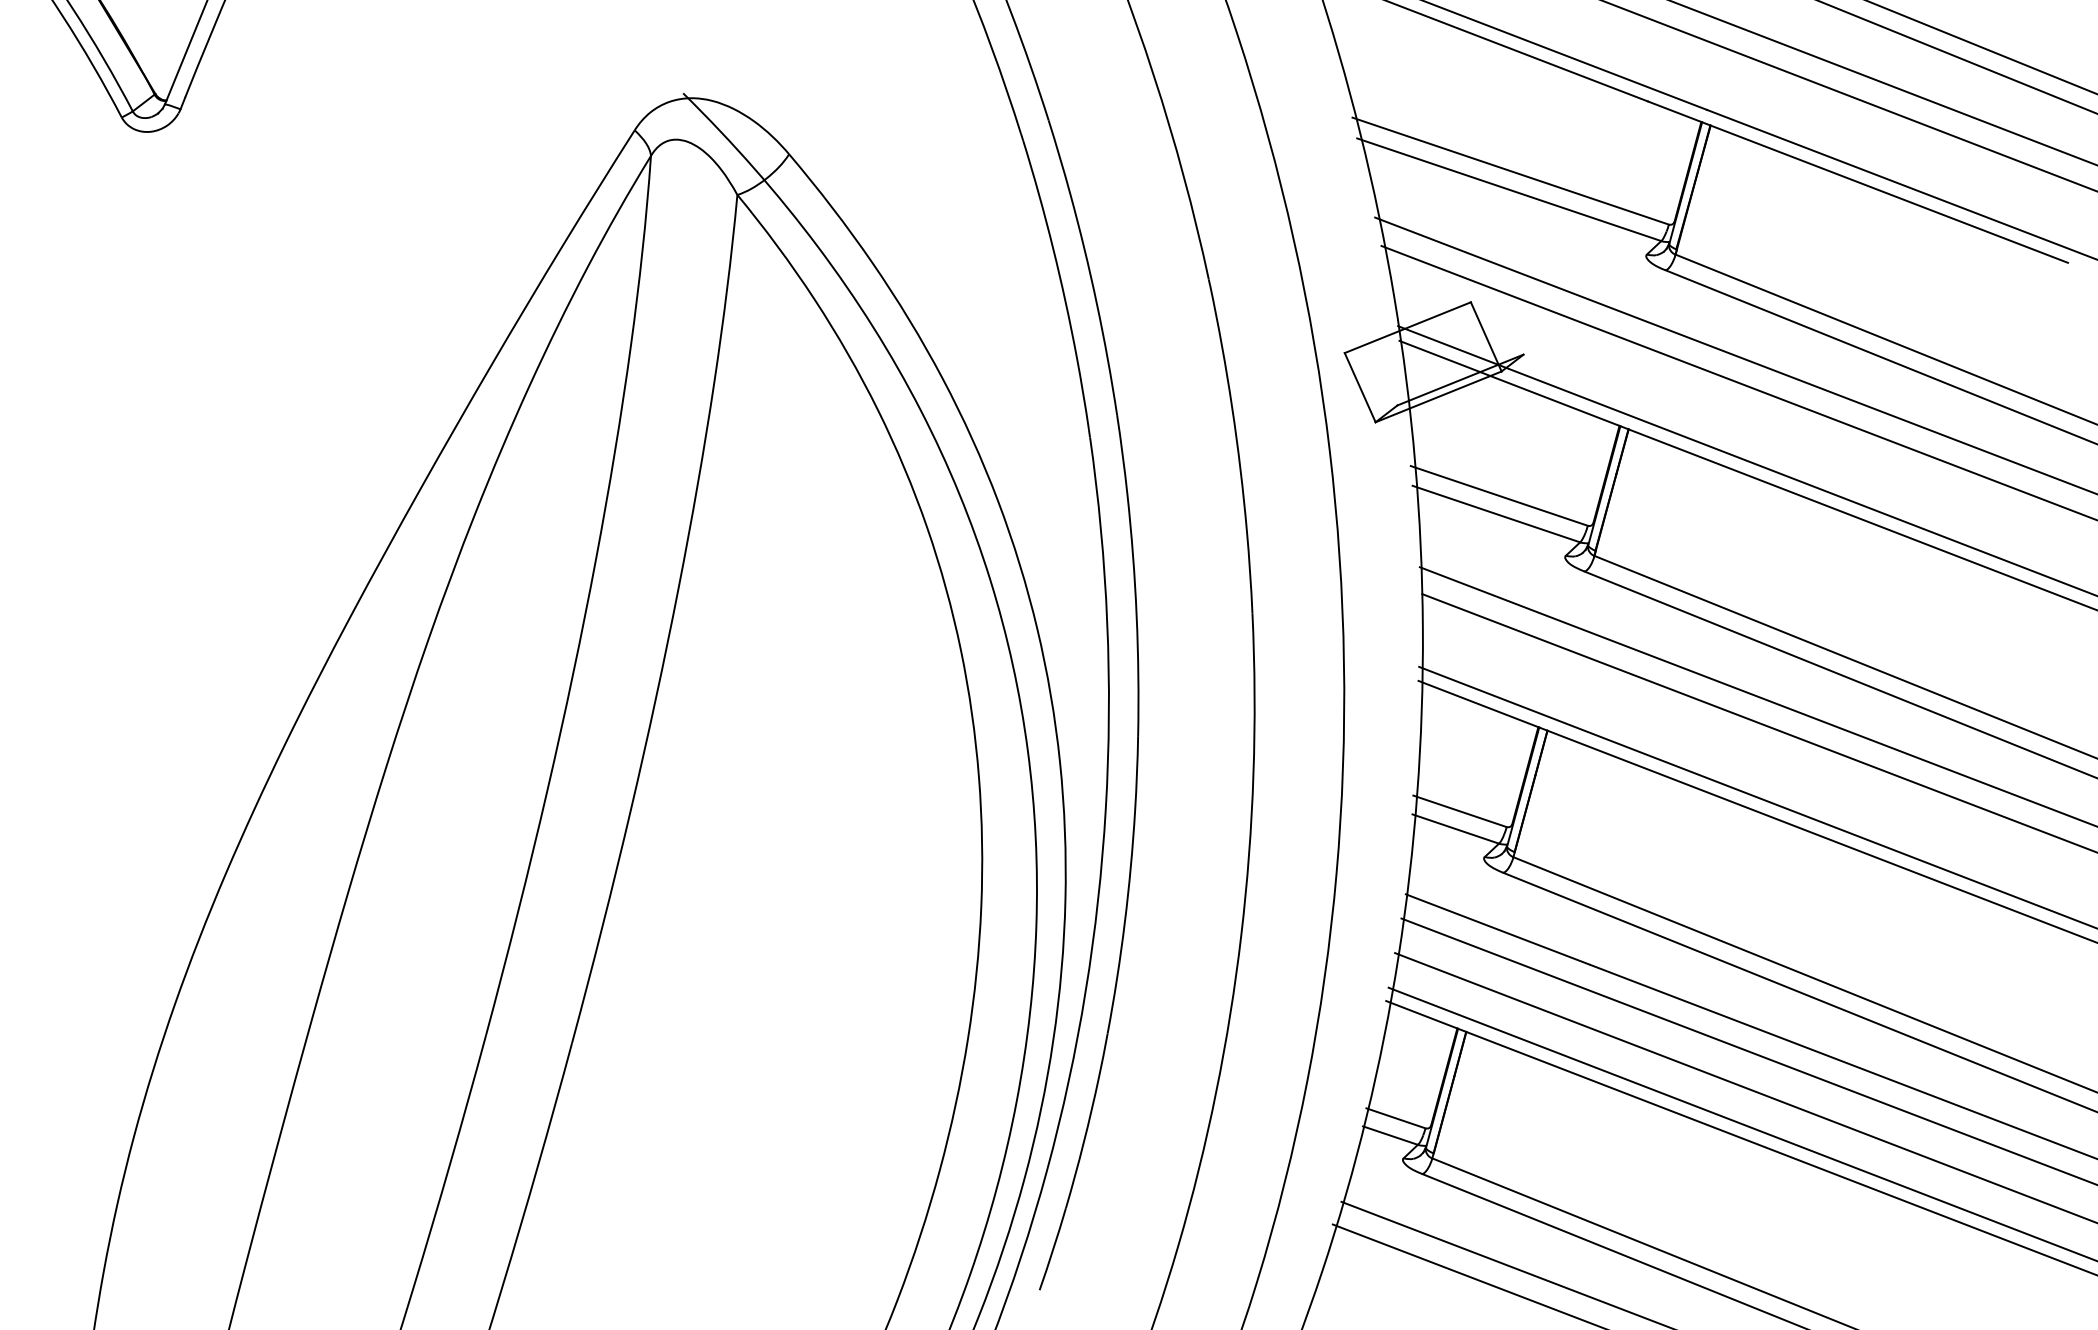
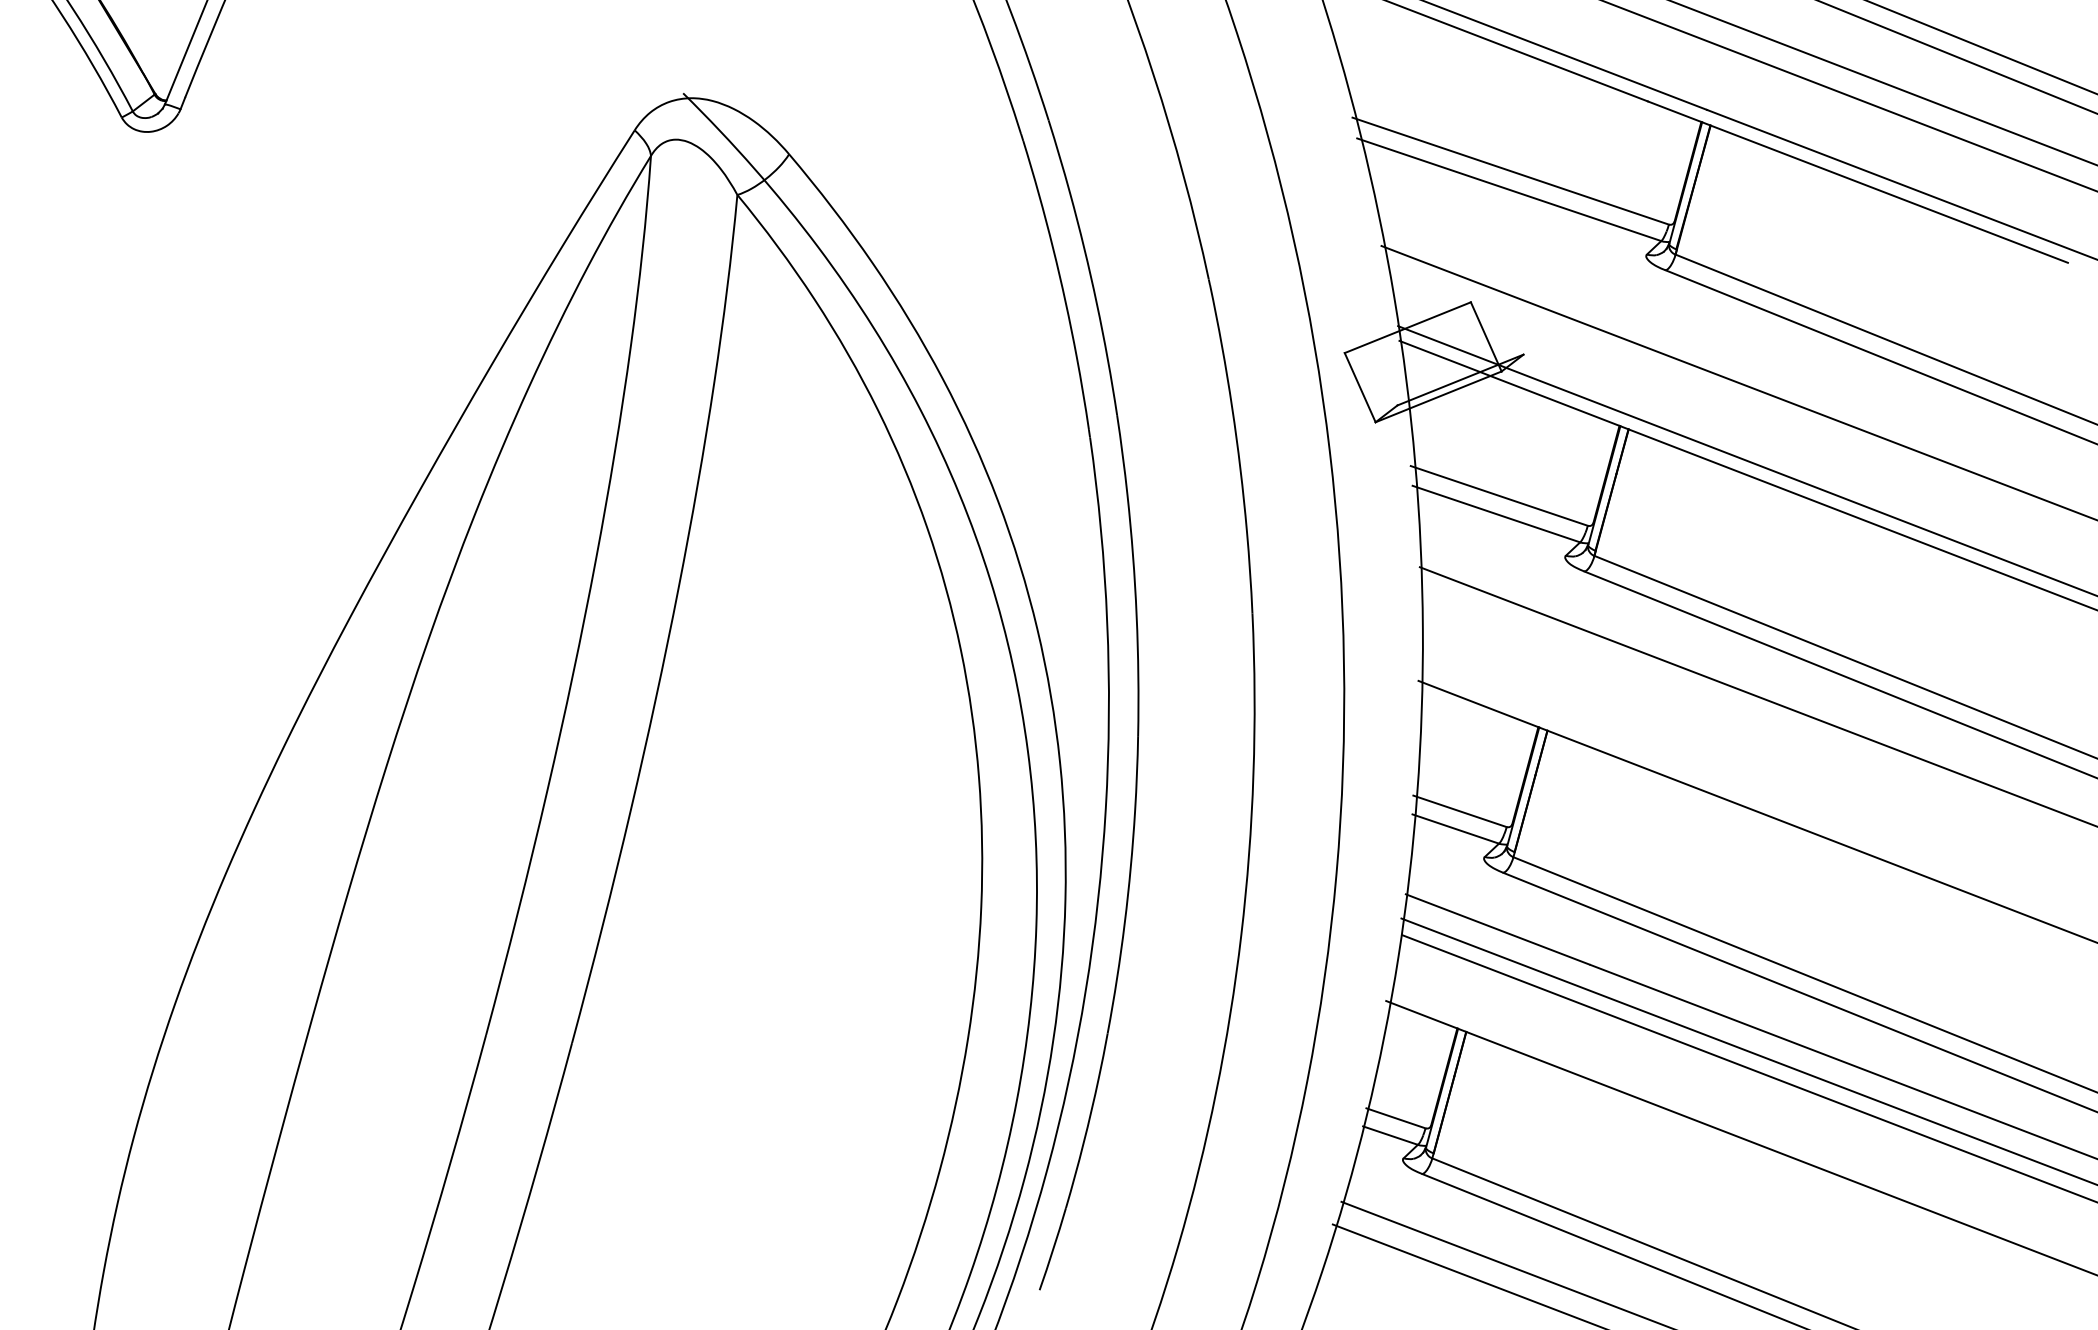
line at (1734, 355): present -> none
line at (1758, 722): present -> none
line at (1756, 796): present -> none
line at (1744, 1087) position: (1744, 1087) -> (1748, 1068)
line at (1741, 1123): present -> none
